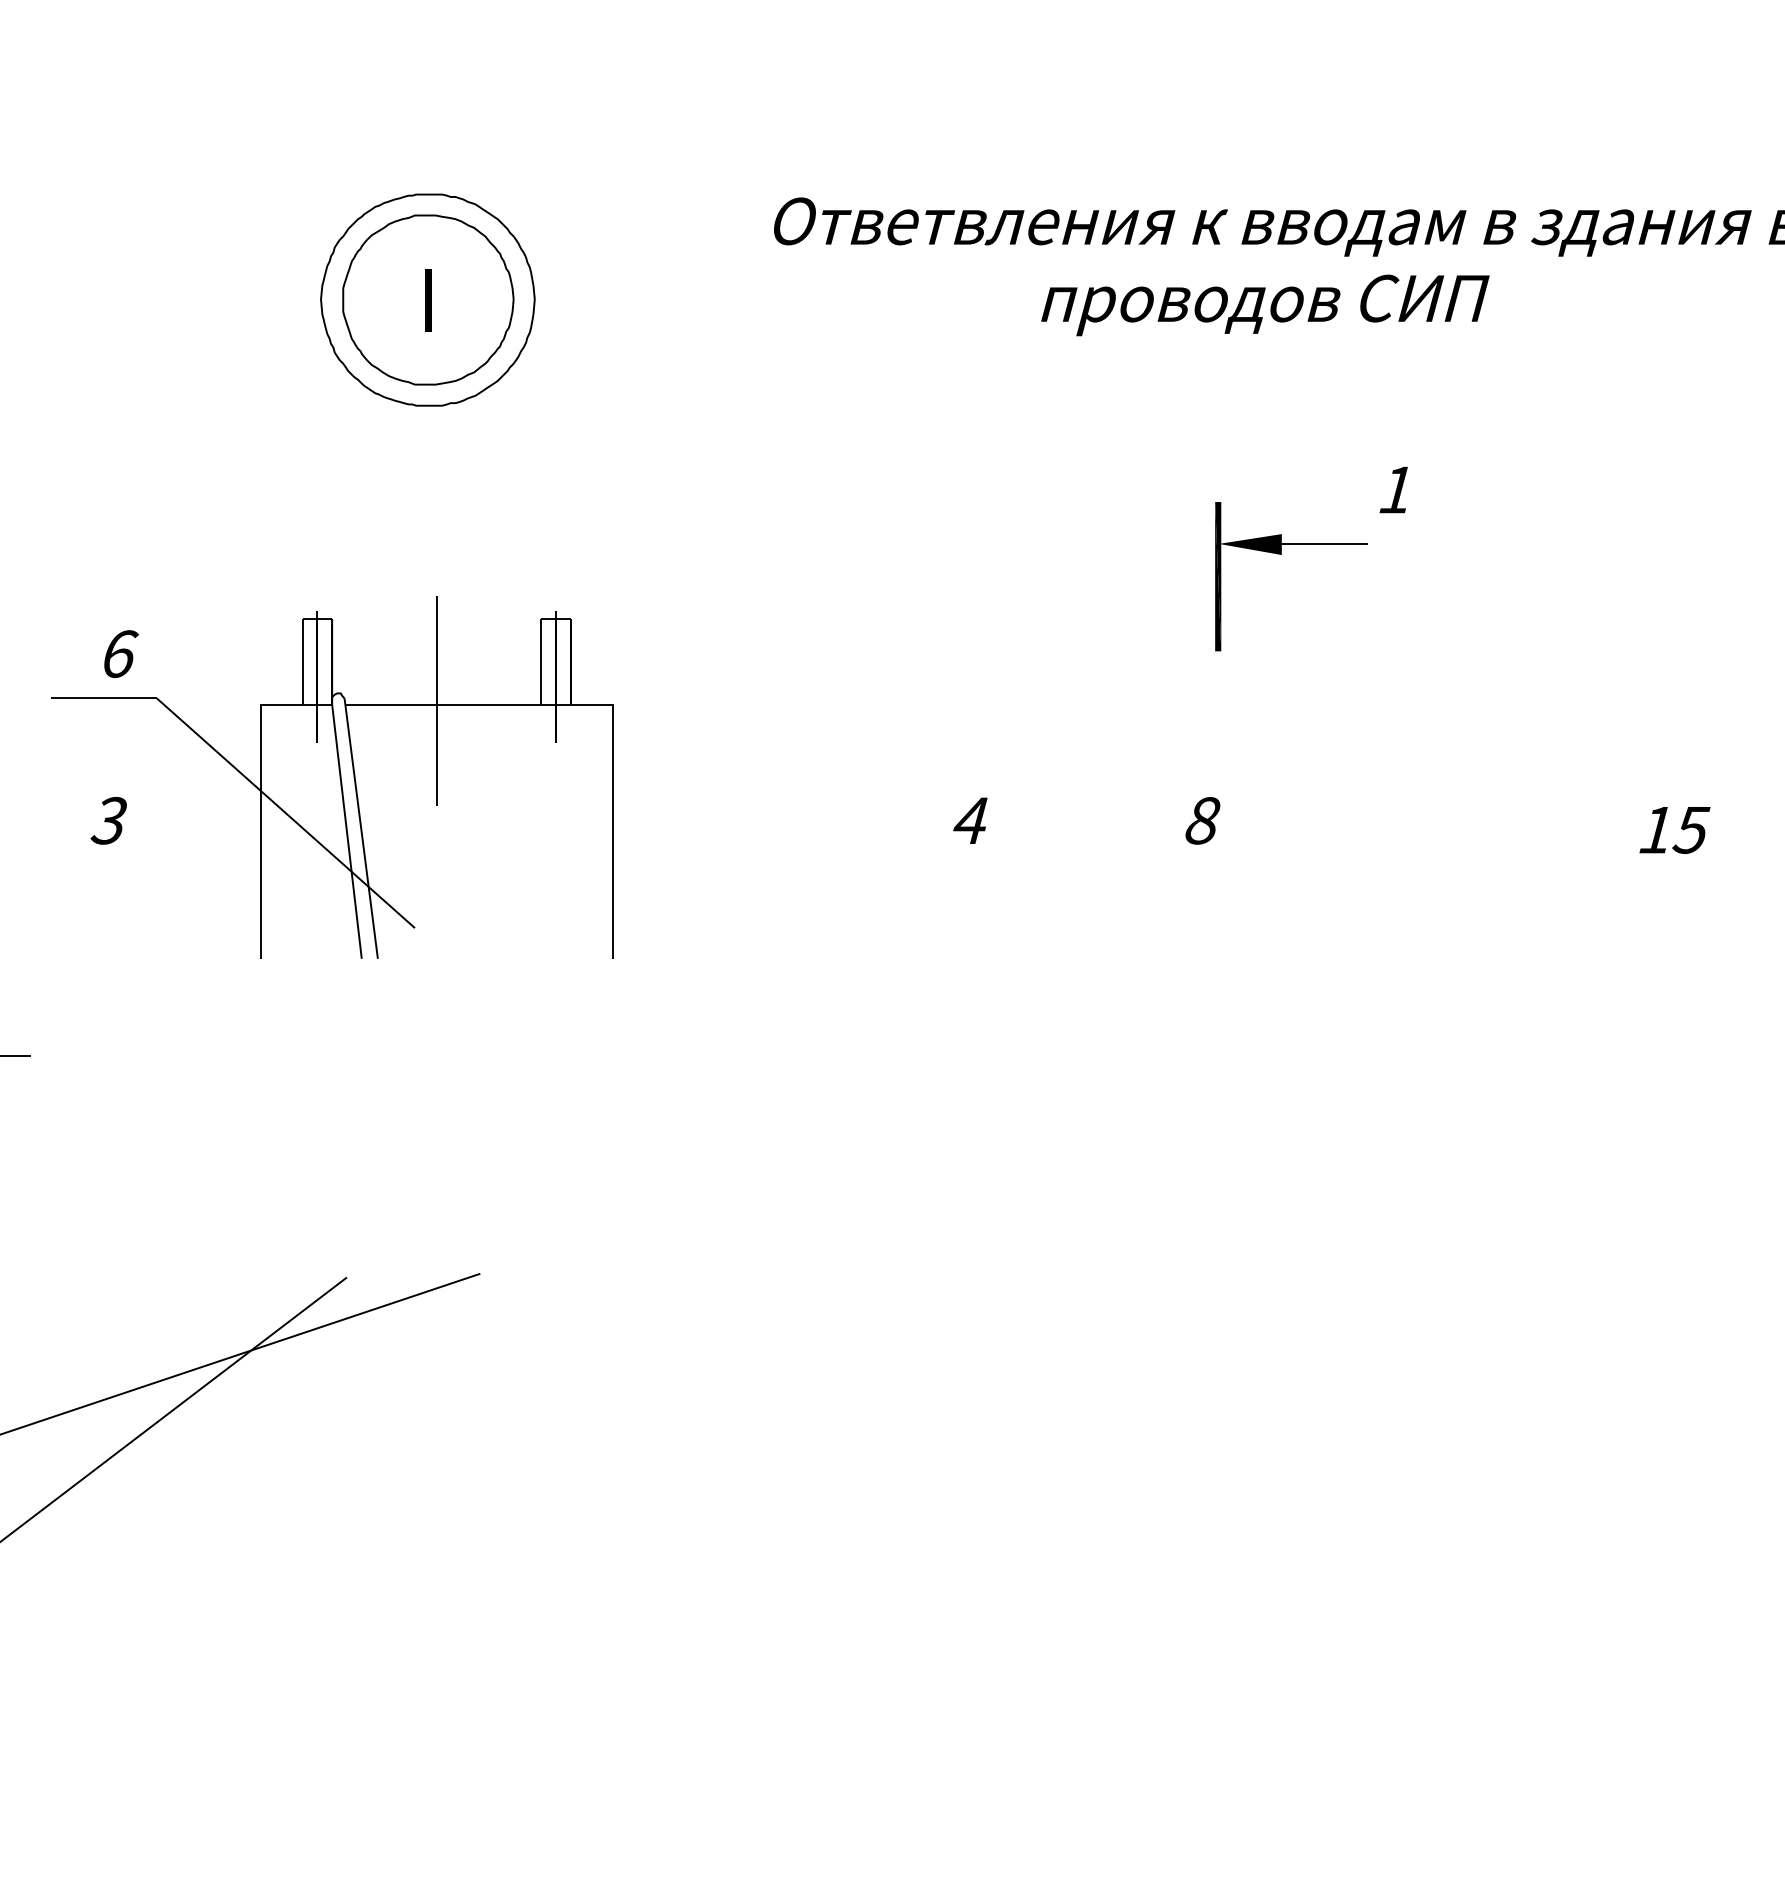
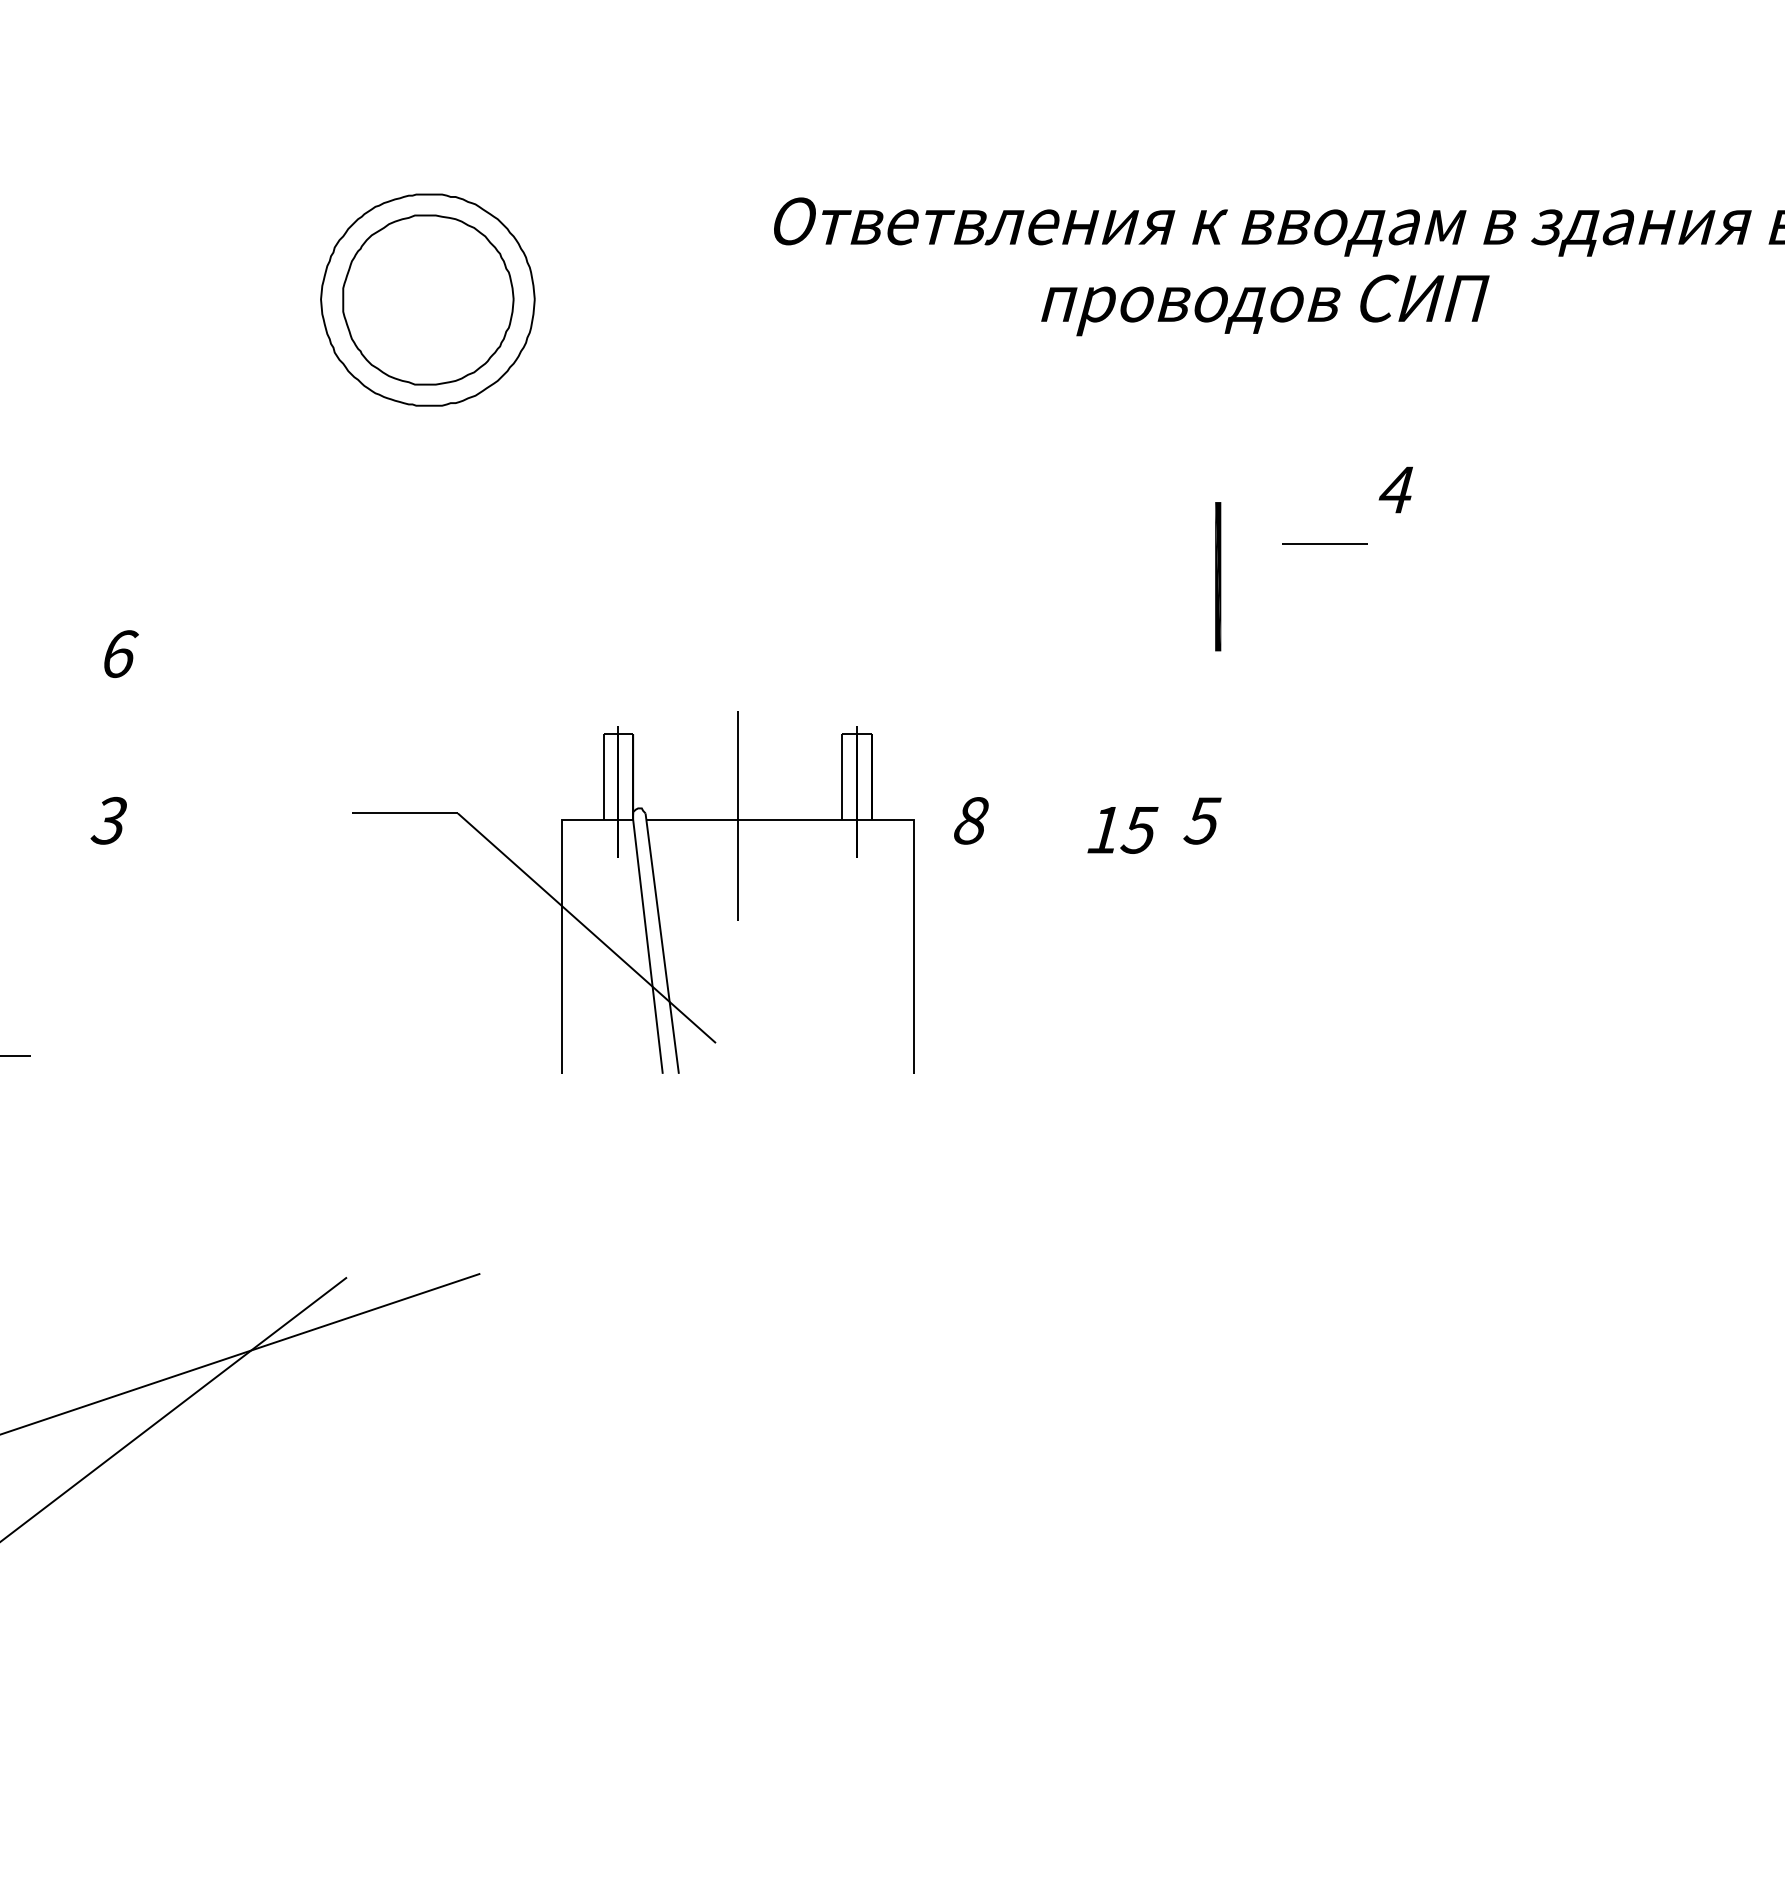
fill at (428, 299): present -> none
text at (1395, 489): 1 -> 4
fill at (1249, 544): present -> none
part at (332, 777) position: (332, 777) -> (633, 892)
text at (970, 820): 4 -> 8
text at (1202, 820): 8 -> 5
text at (1674, 830) position: (1674, 830) -> (1122, 830)
